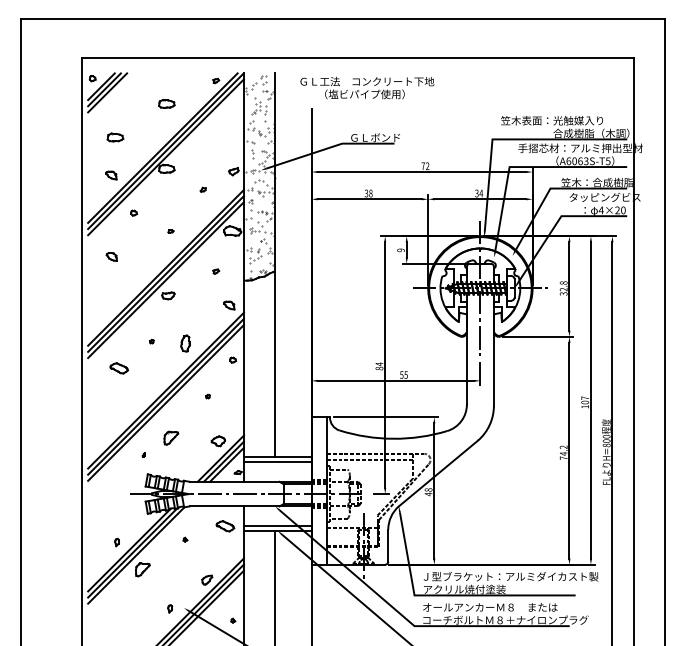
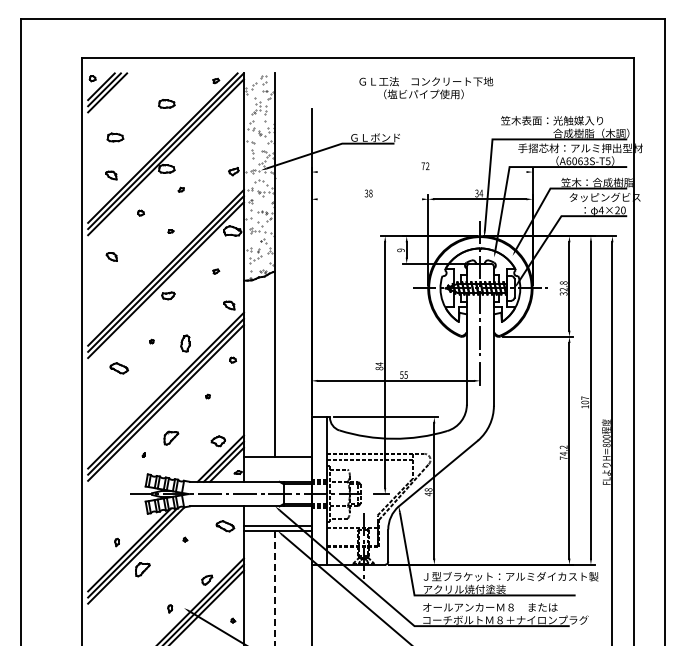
text at (367, 87) position: (367, 87) -> (426, 87)
line at (421, 172): present -> none
part at (202, 189) position: (202, 189) -> (180, 189)
line at (369, 199): present -> none
part at (133, 212) position: (133, 212) -> (140, 212)
line at (277, 461): present -> none
line at (274, 588): solid -> dashed
